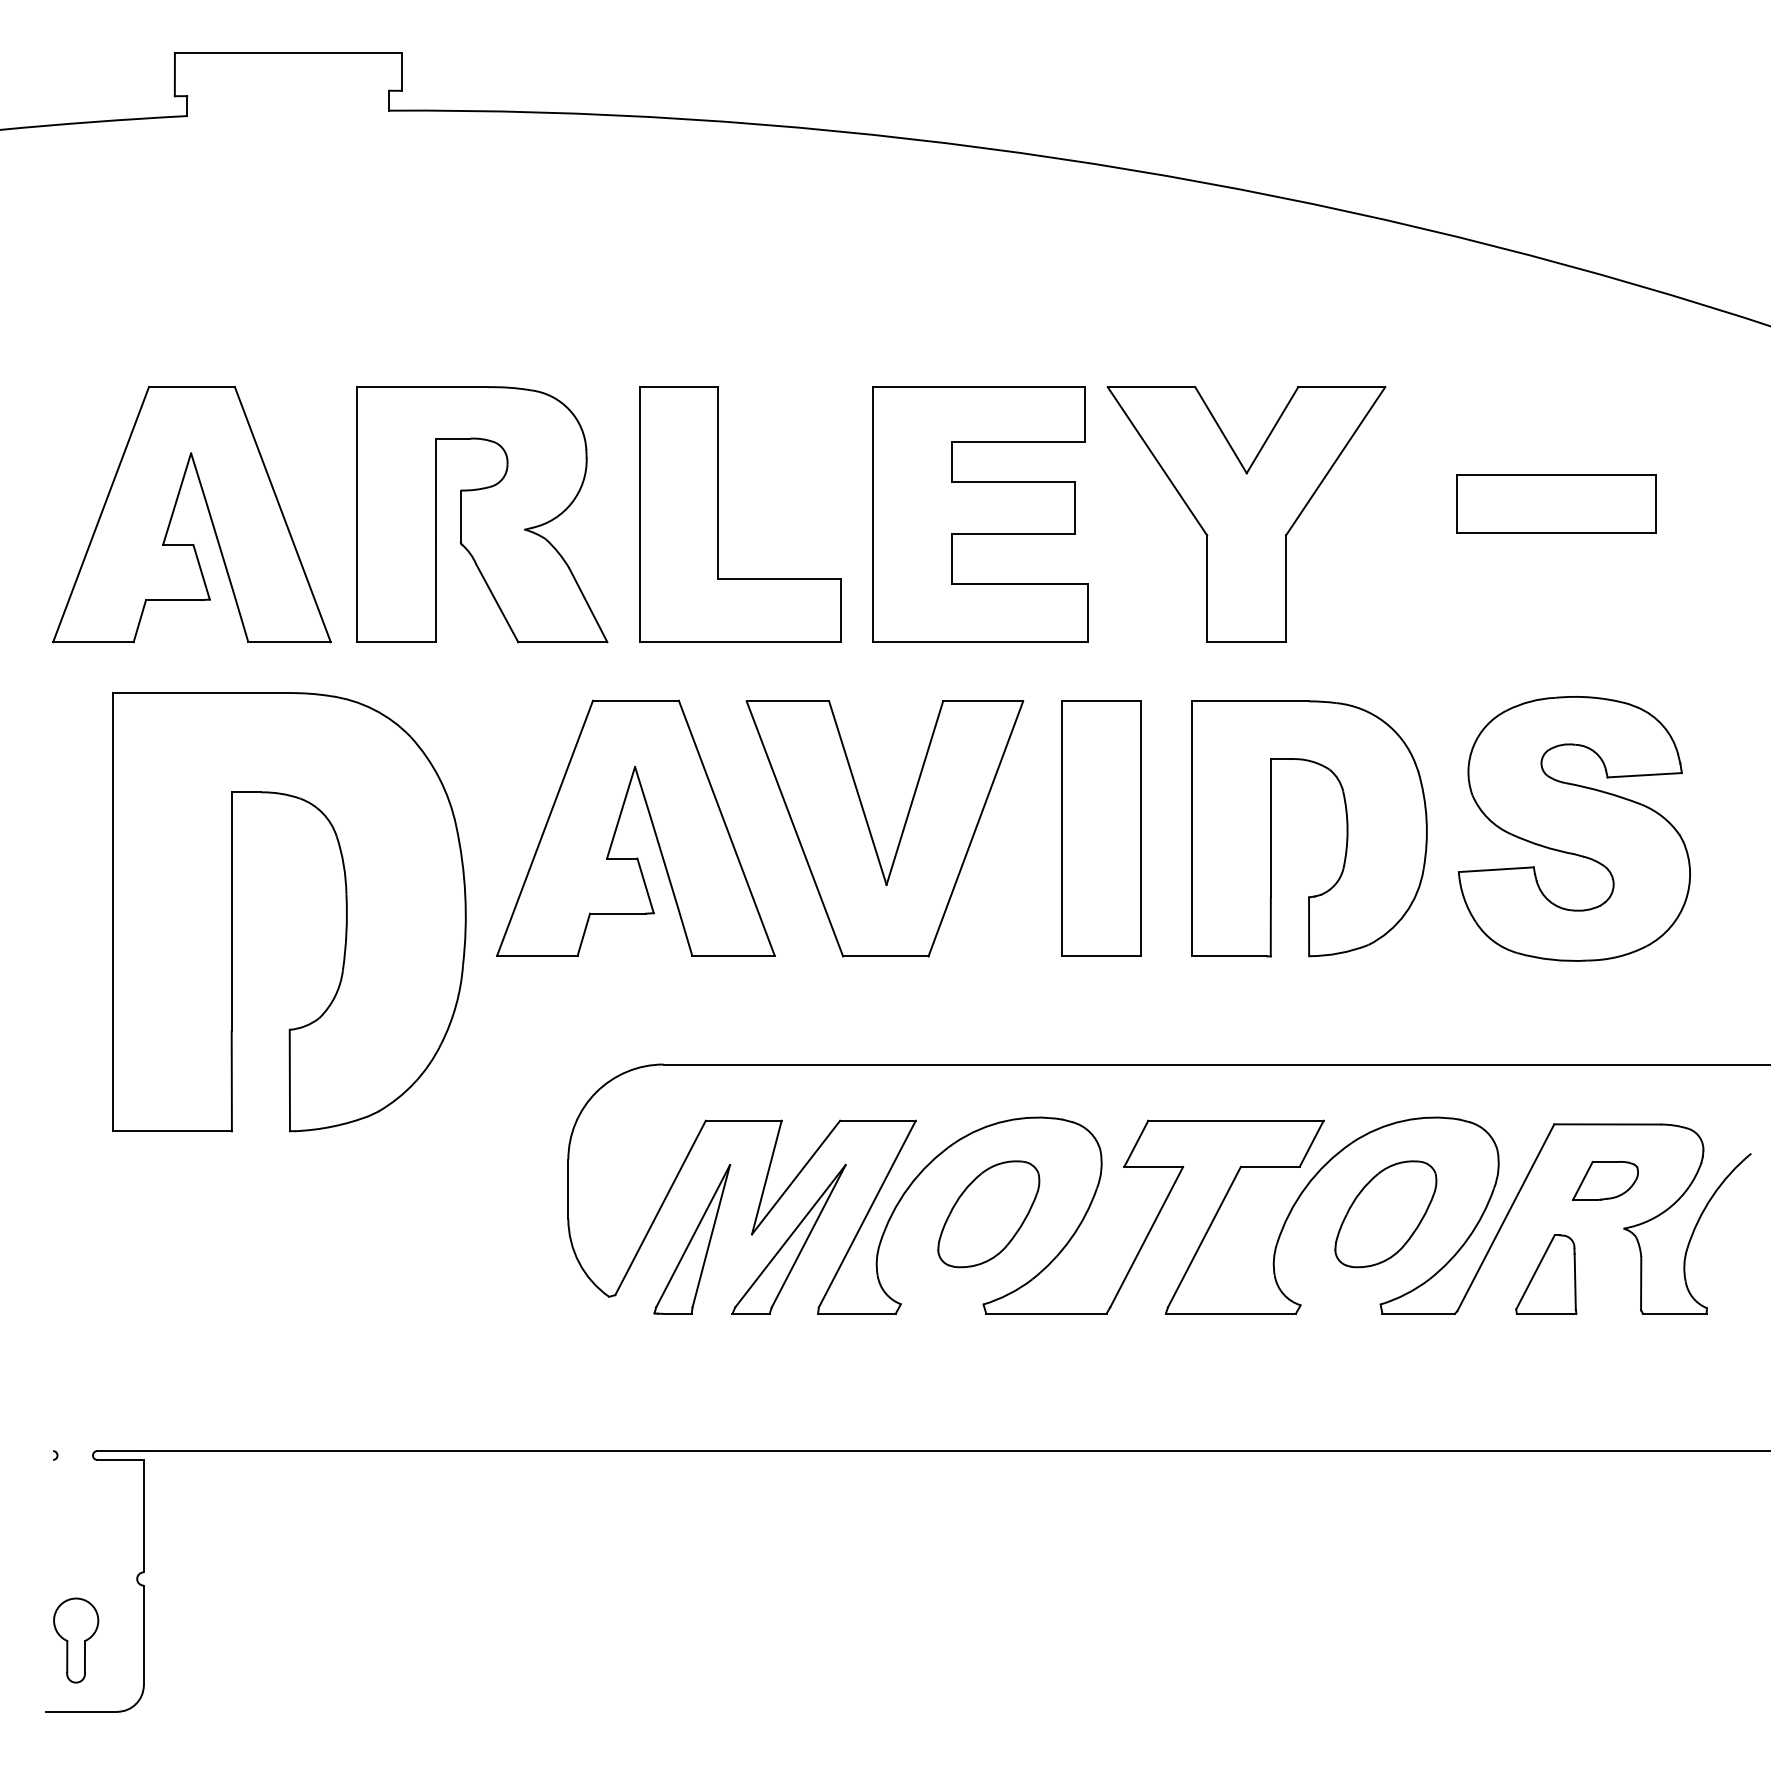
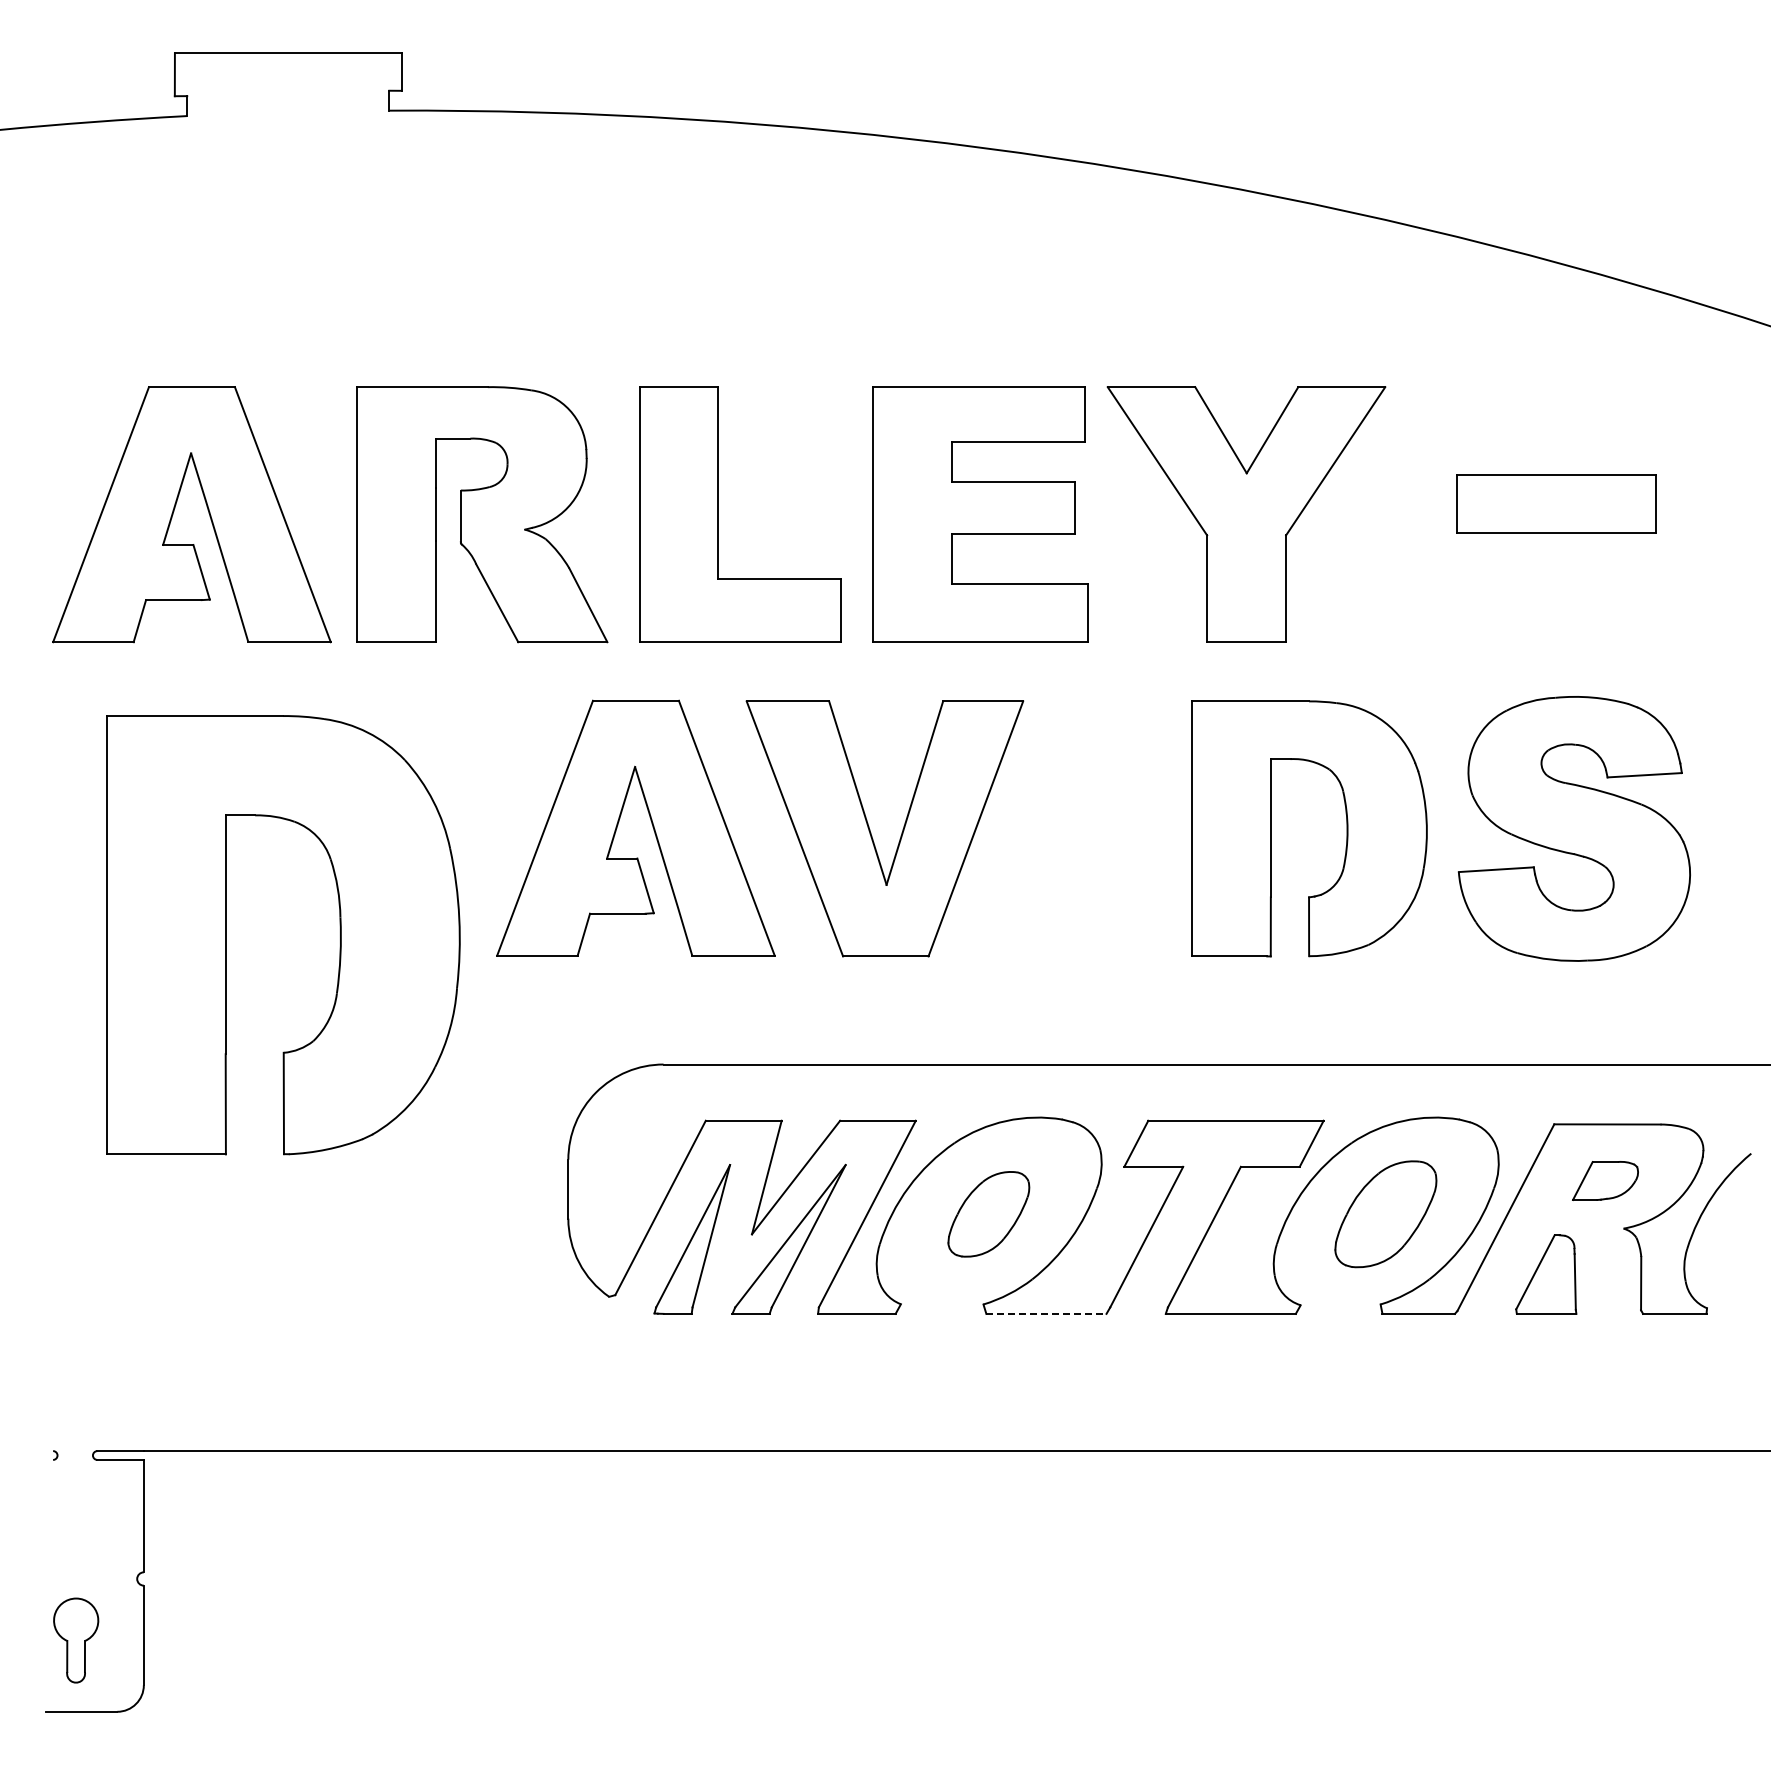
part at (1101, 828): present -> none
part at (345, 909) position: (345, 909) -> (339, 932)
part at (988, 1214) size: 104x109 px -> 84x87 px
line at (1046, 1313): solid -> dashed
